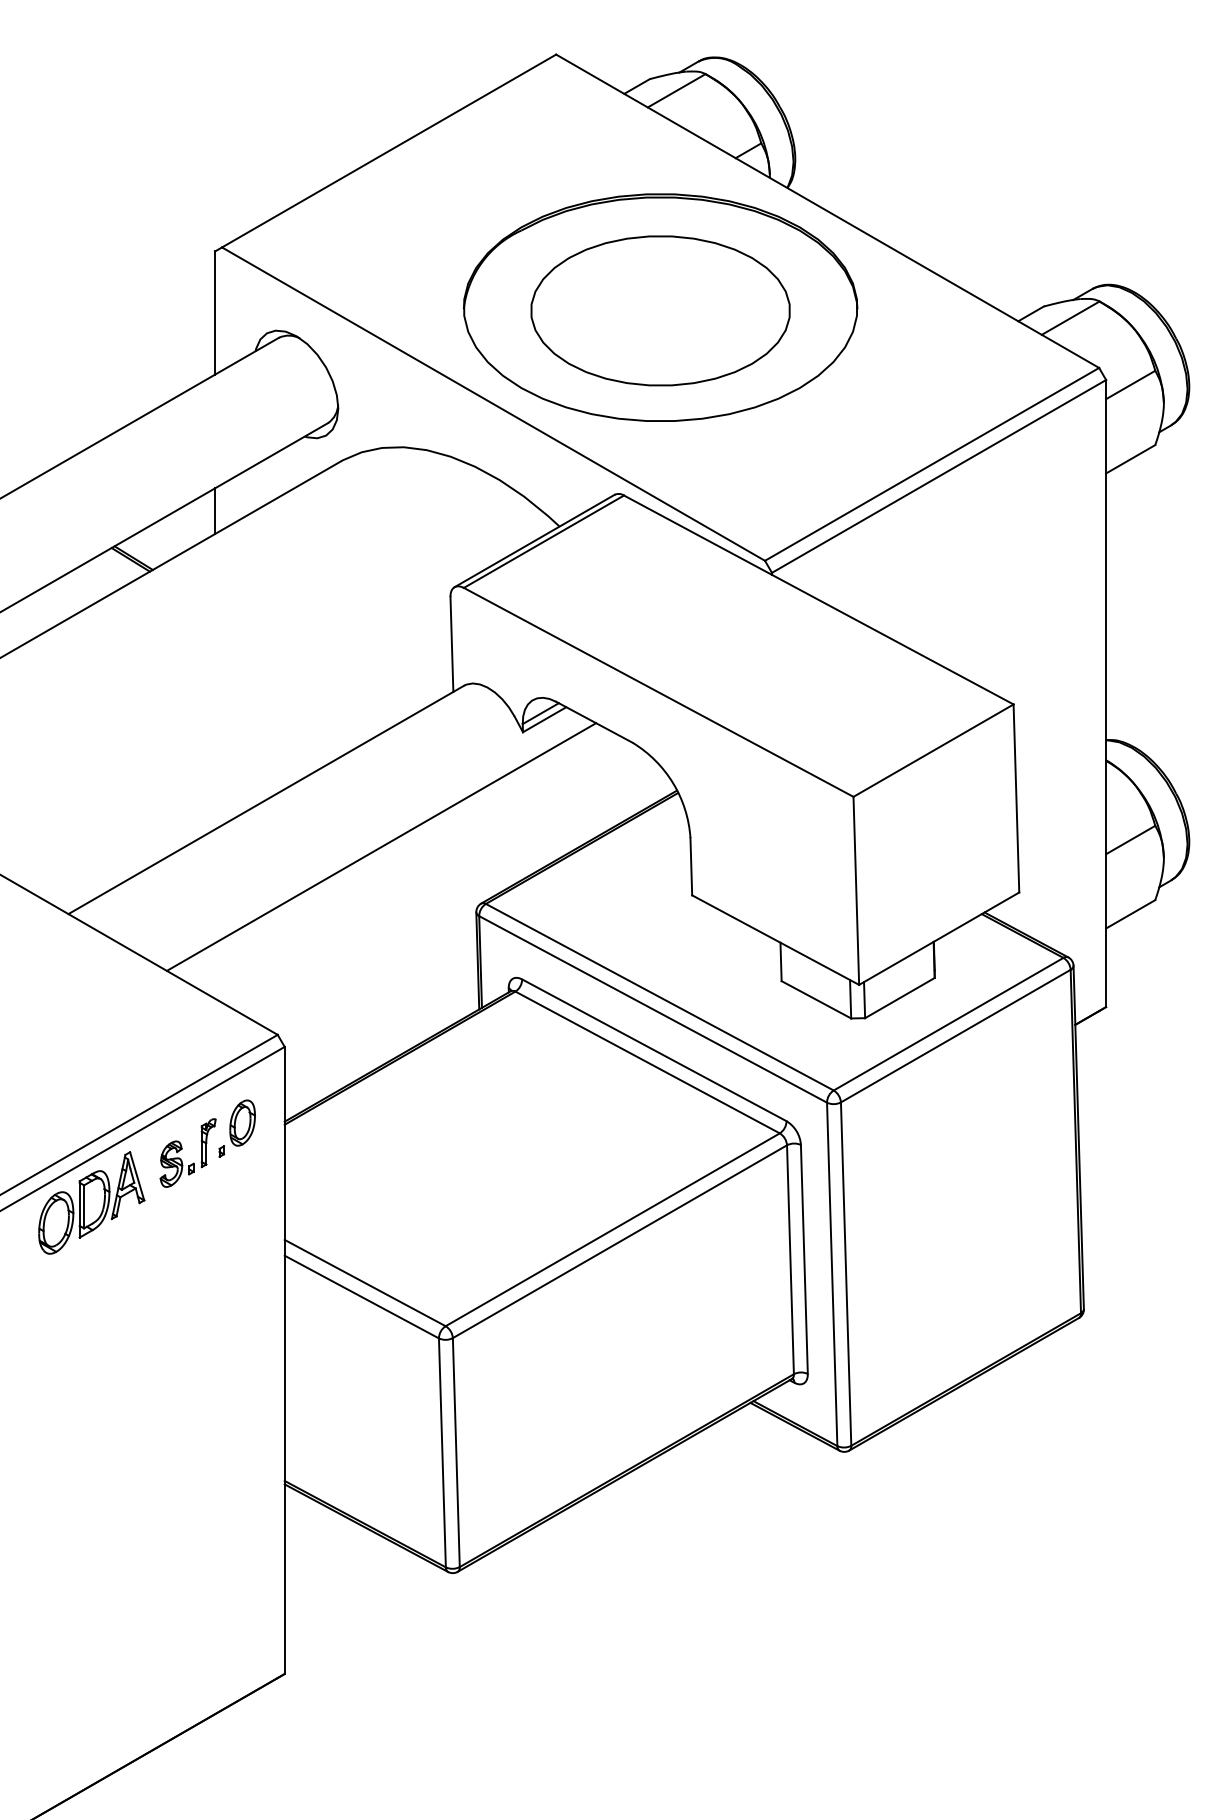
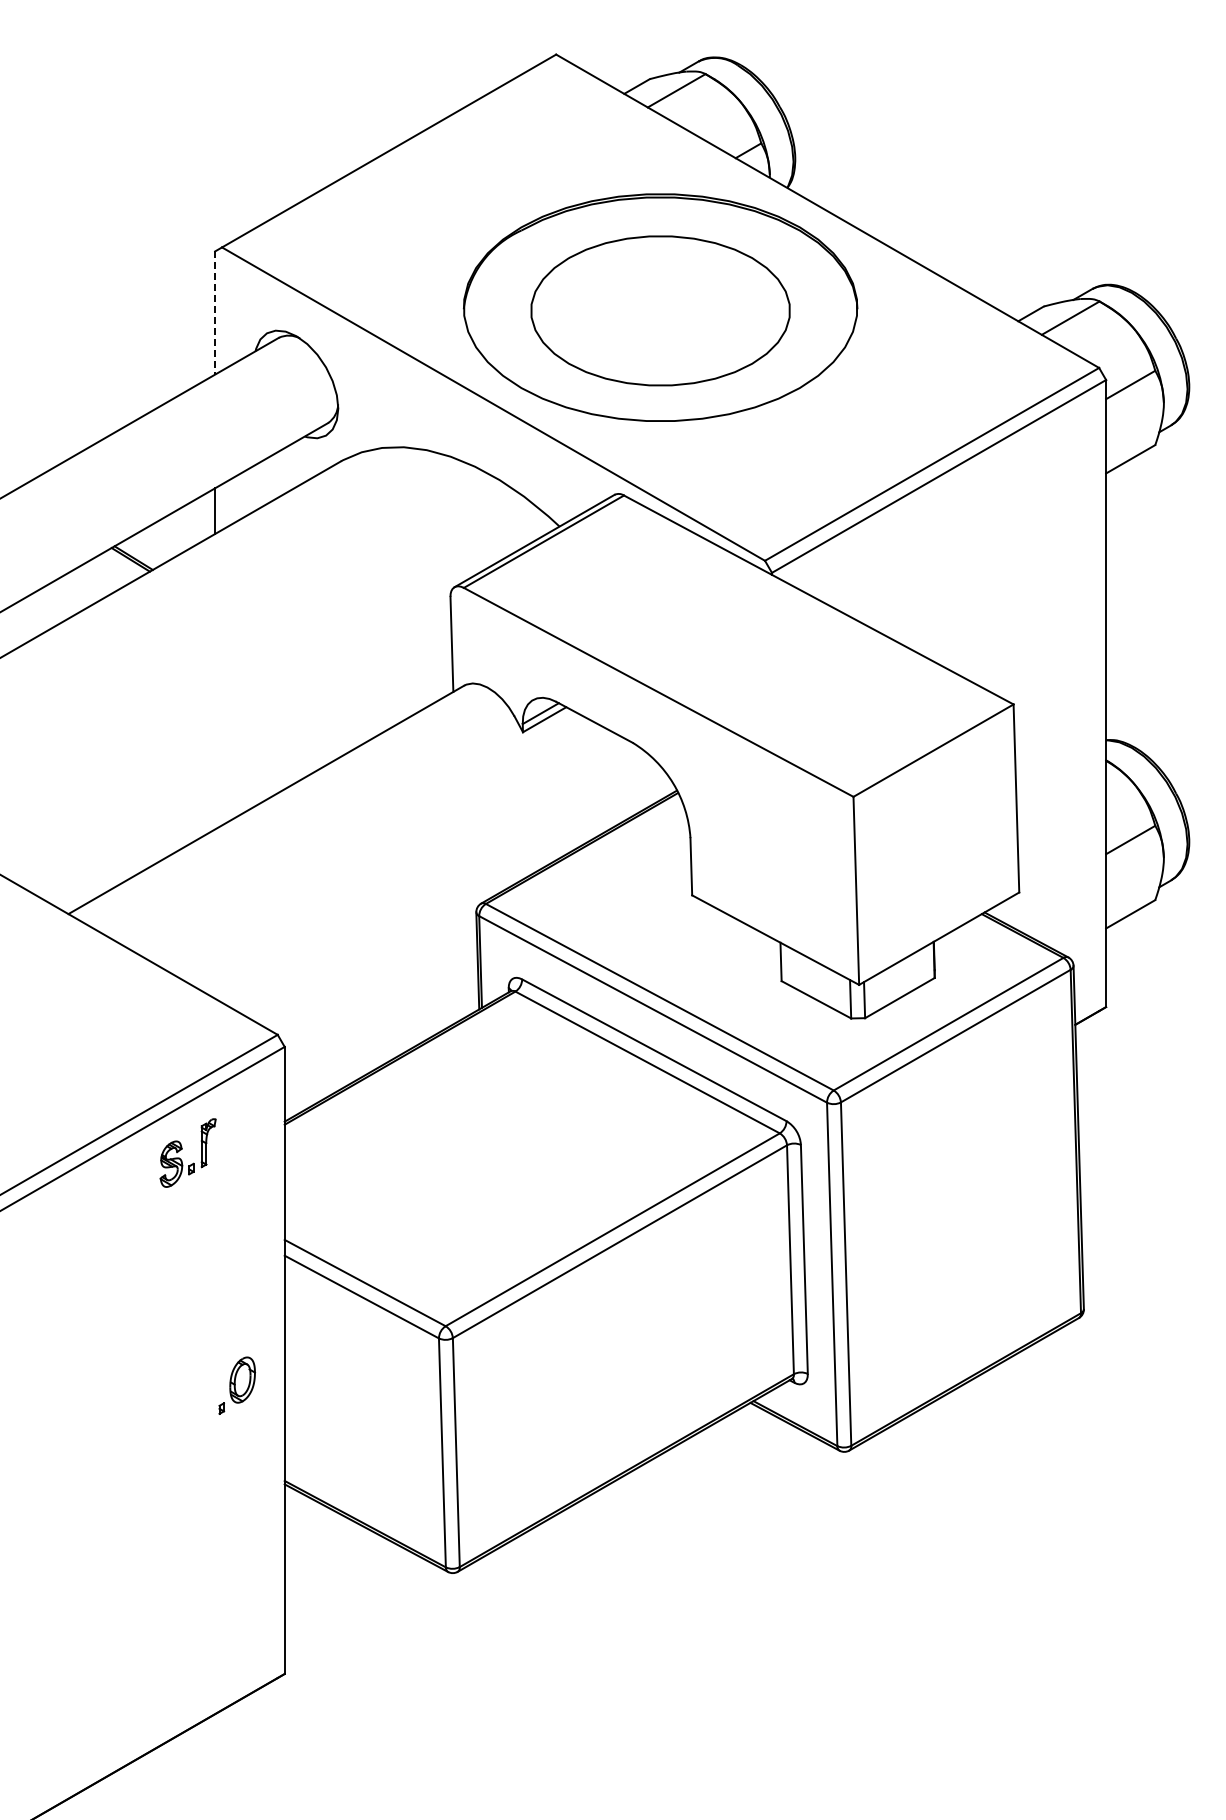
line at (215, 313): solid -> dashed
line at (381, 846): present -> none
part at (236, 1128) position: (236, 1128) -> (236, 1385)
part at (91, 1202): present -> none
